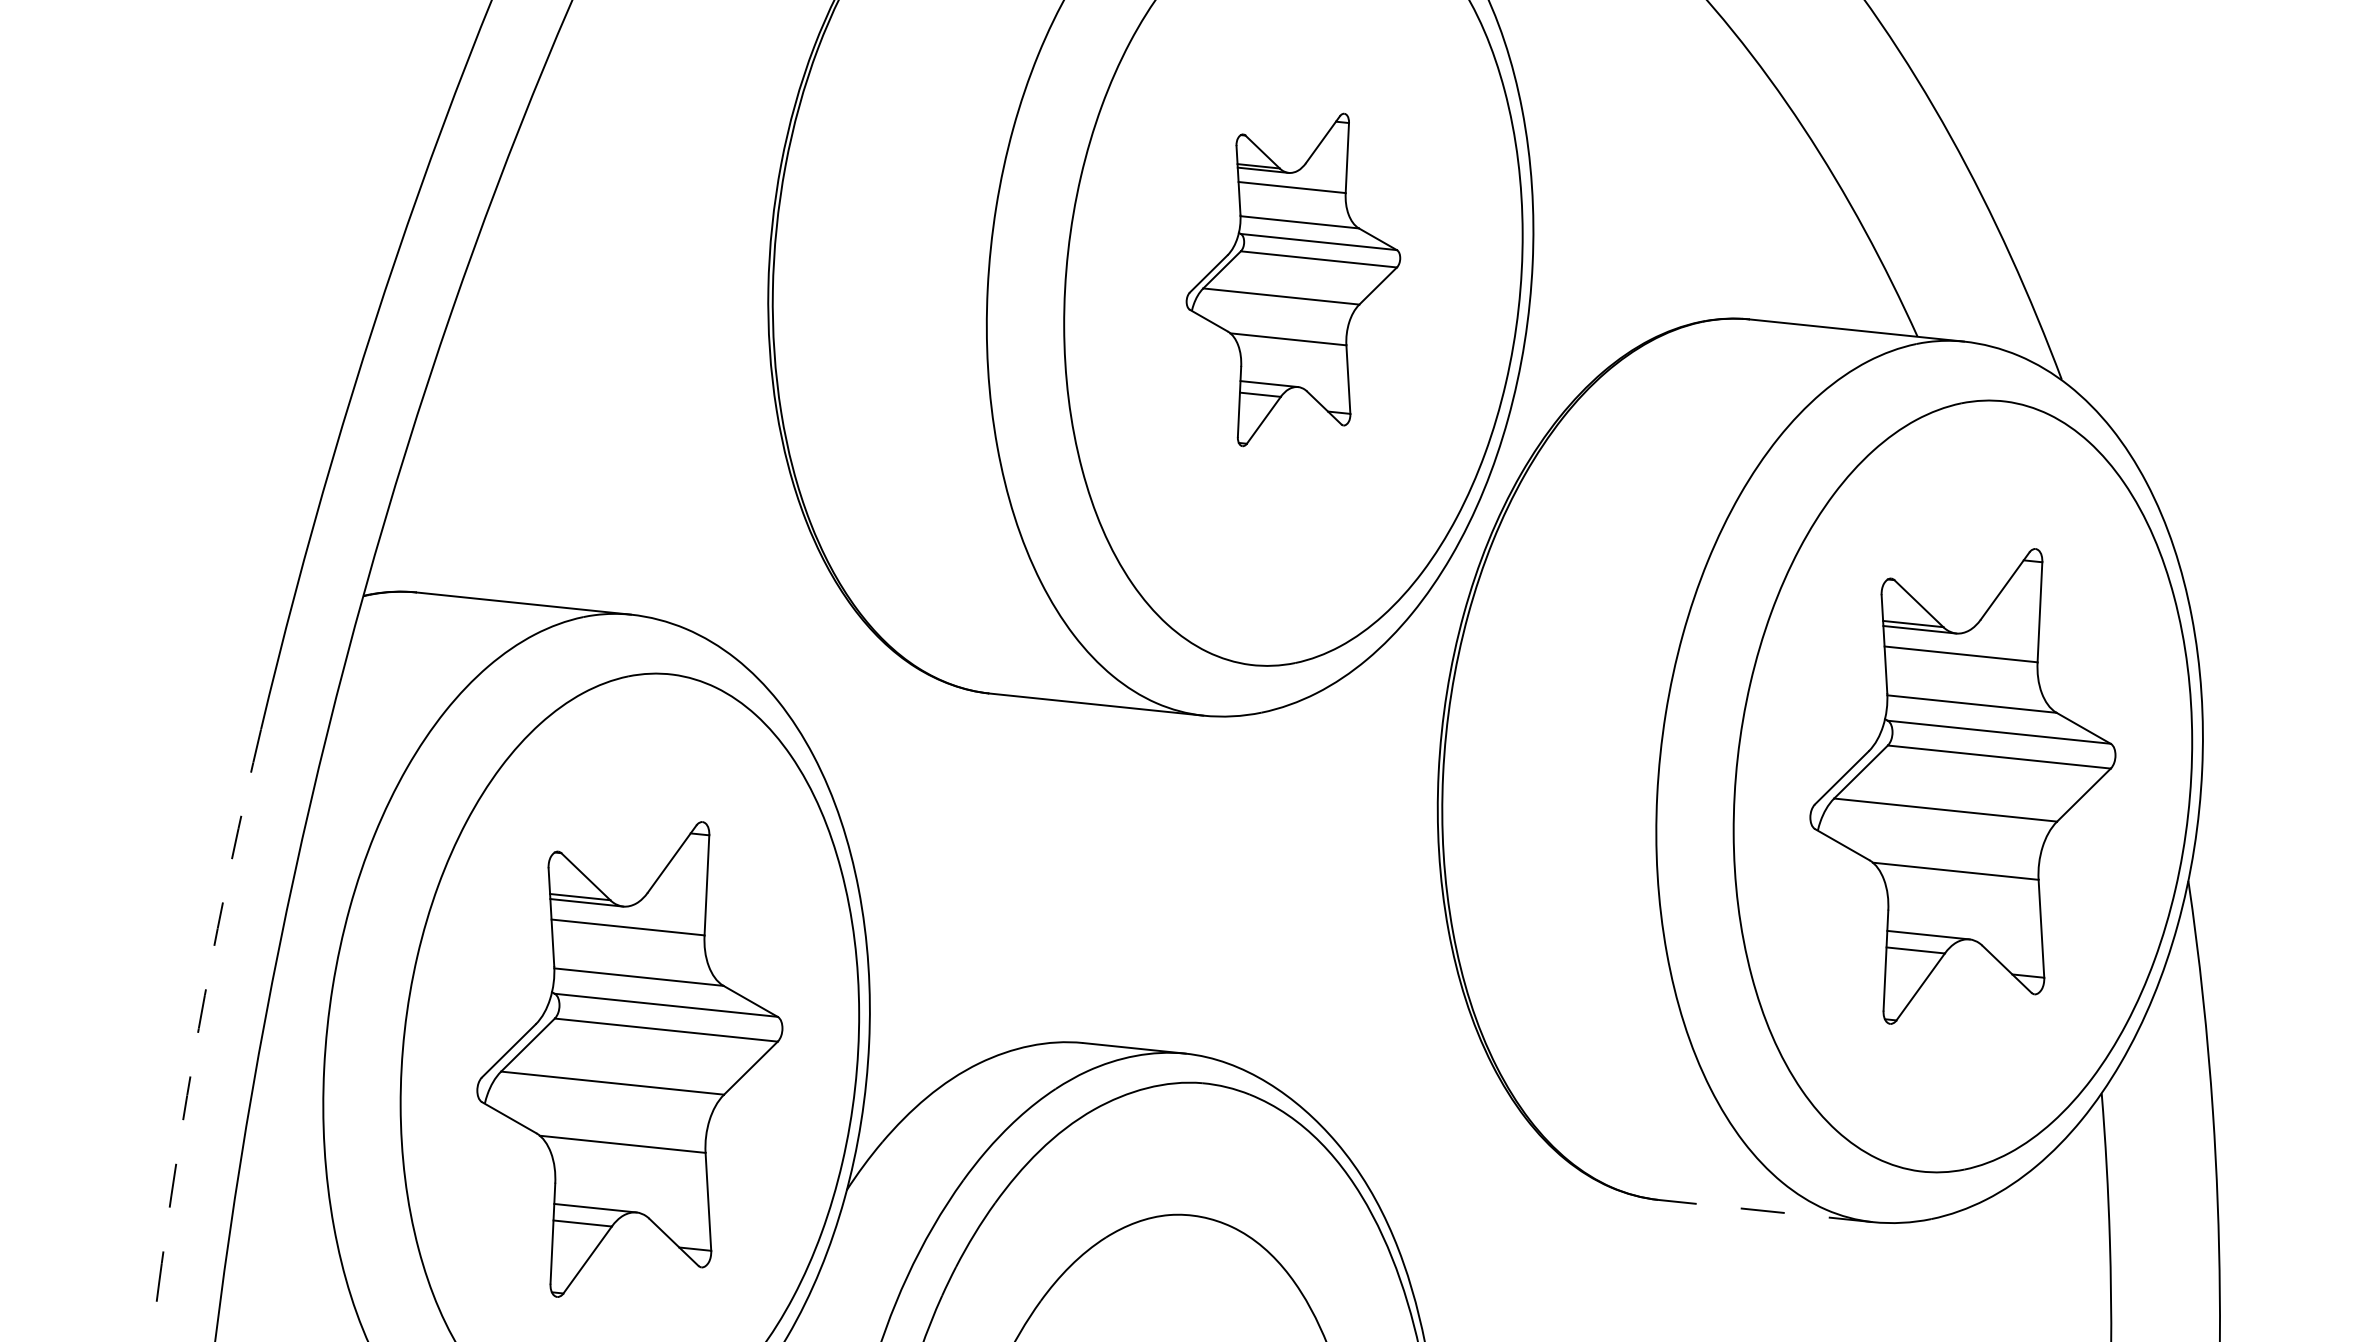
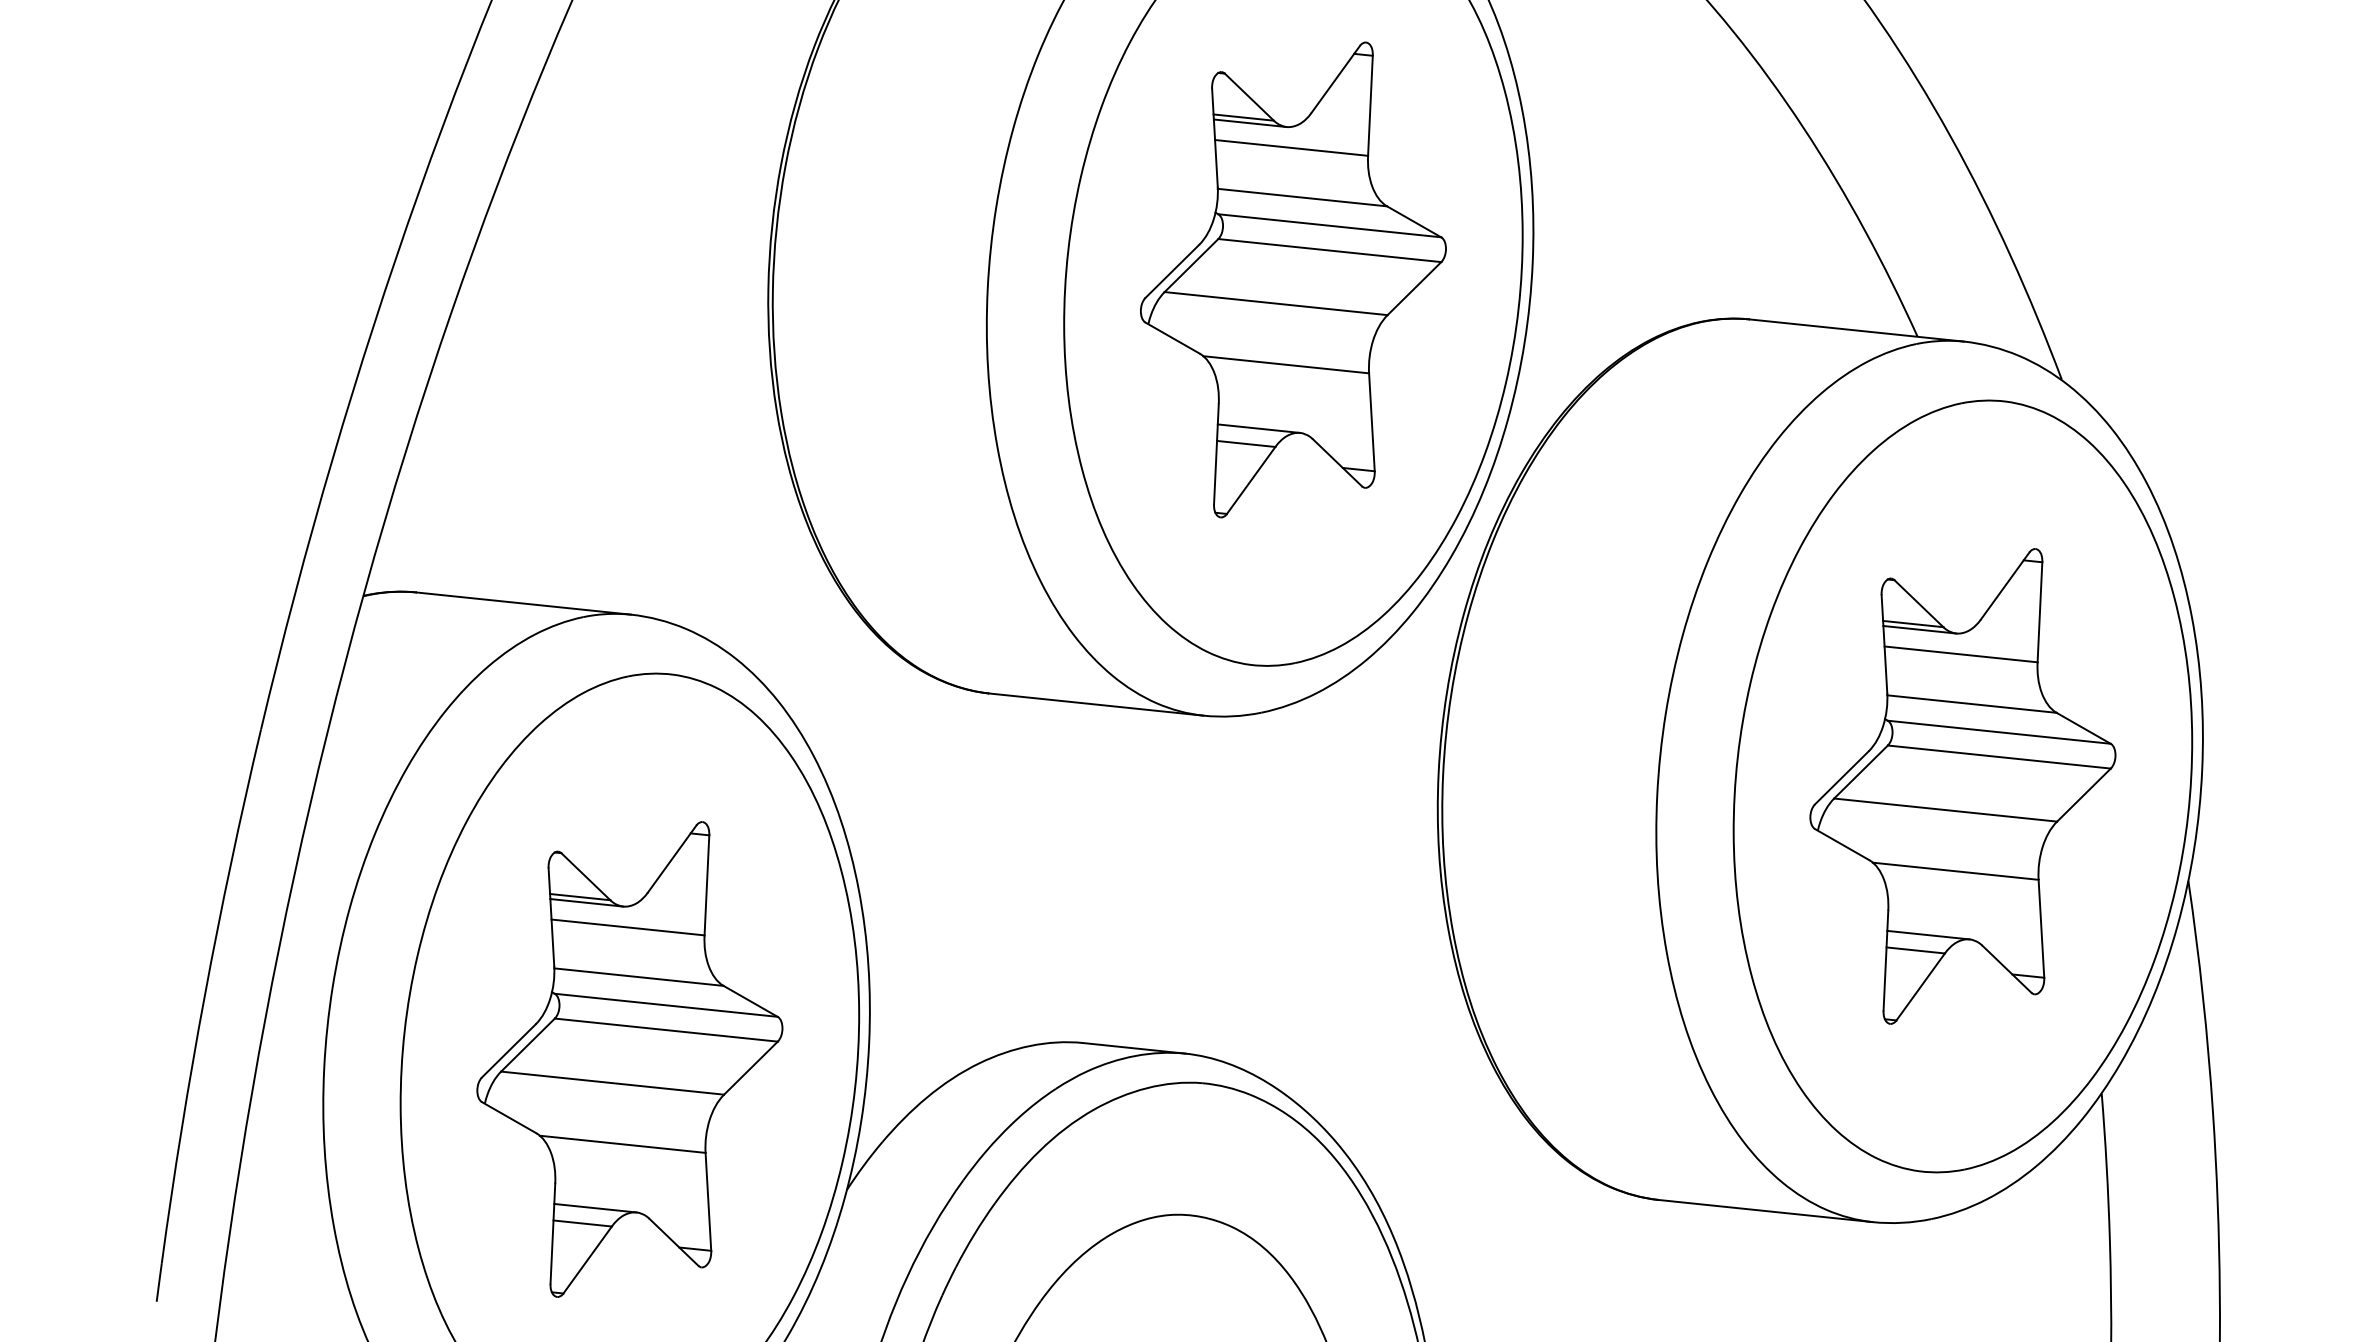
part at (1293, 279) size: 217x336 px -> 307x478 px
arc at (204, 995): dashed -> solid
line at (1765, 1211): dashed -> solid
